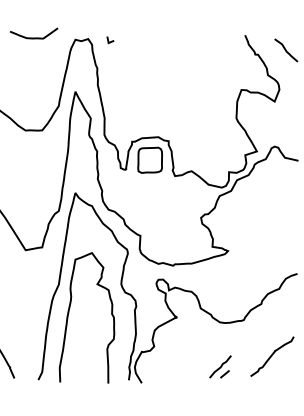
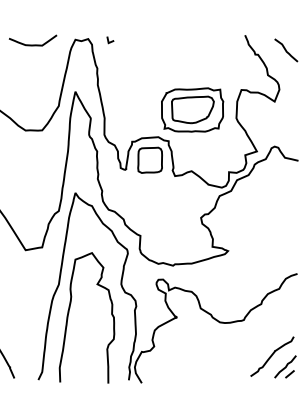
curve at (33, 37) position: (33, 37) -> (32, 44)
part at (192, 109): none -> present
part at (220, 366) position: (220, 366) -> (285, 366)
